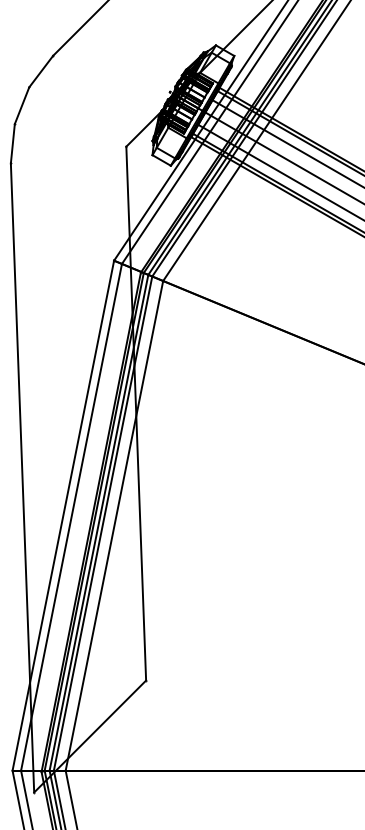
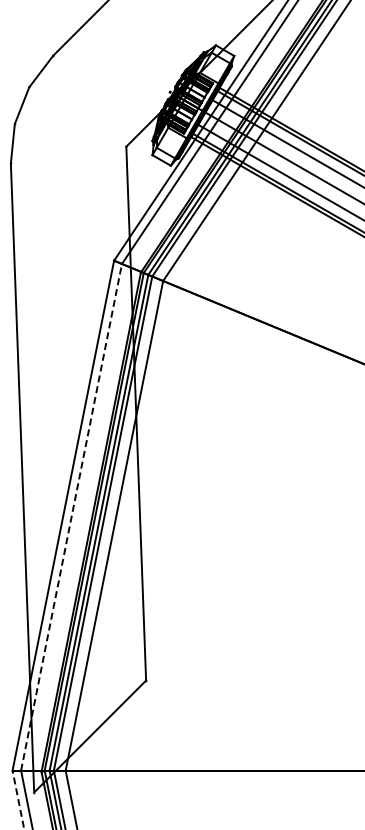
line at (71, 516): solid -> dashed
line at (18, 800): solid -> dashed
